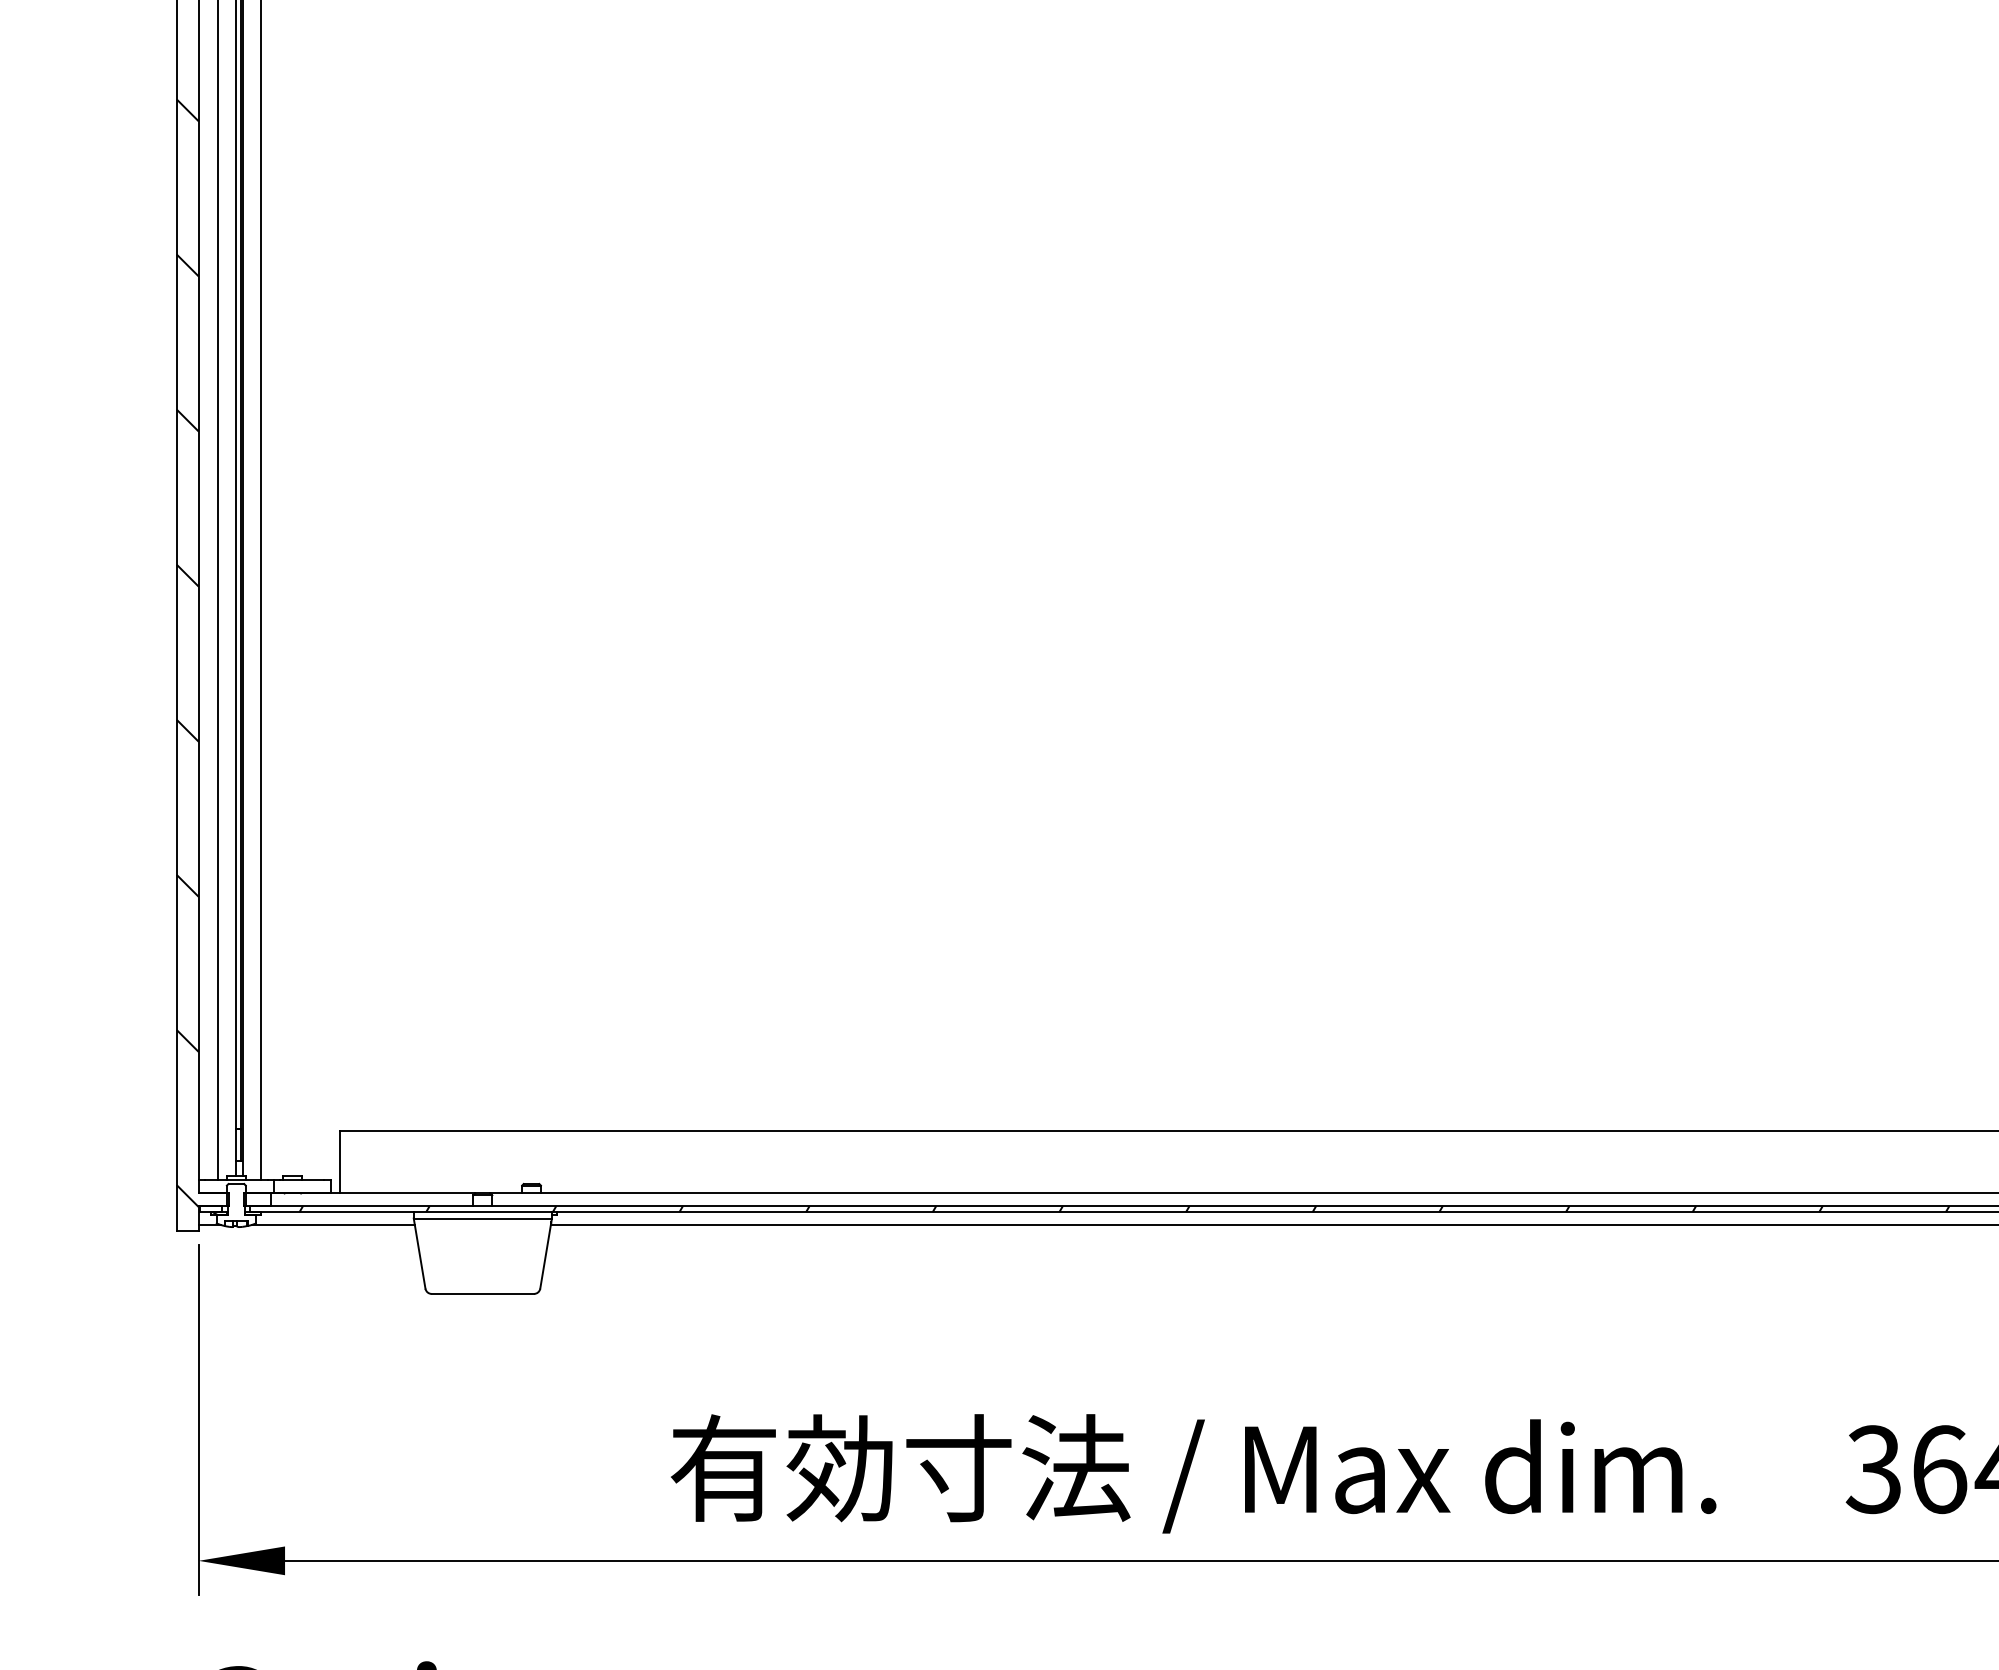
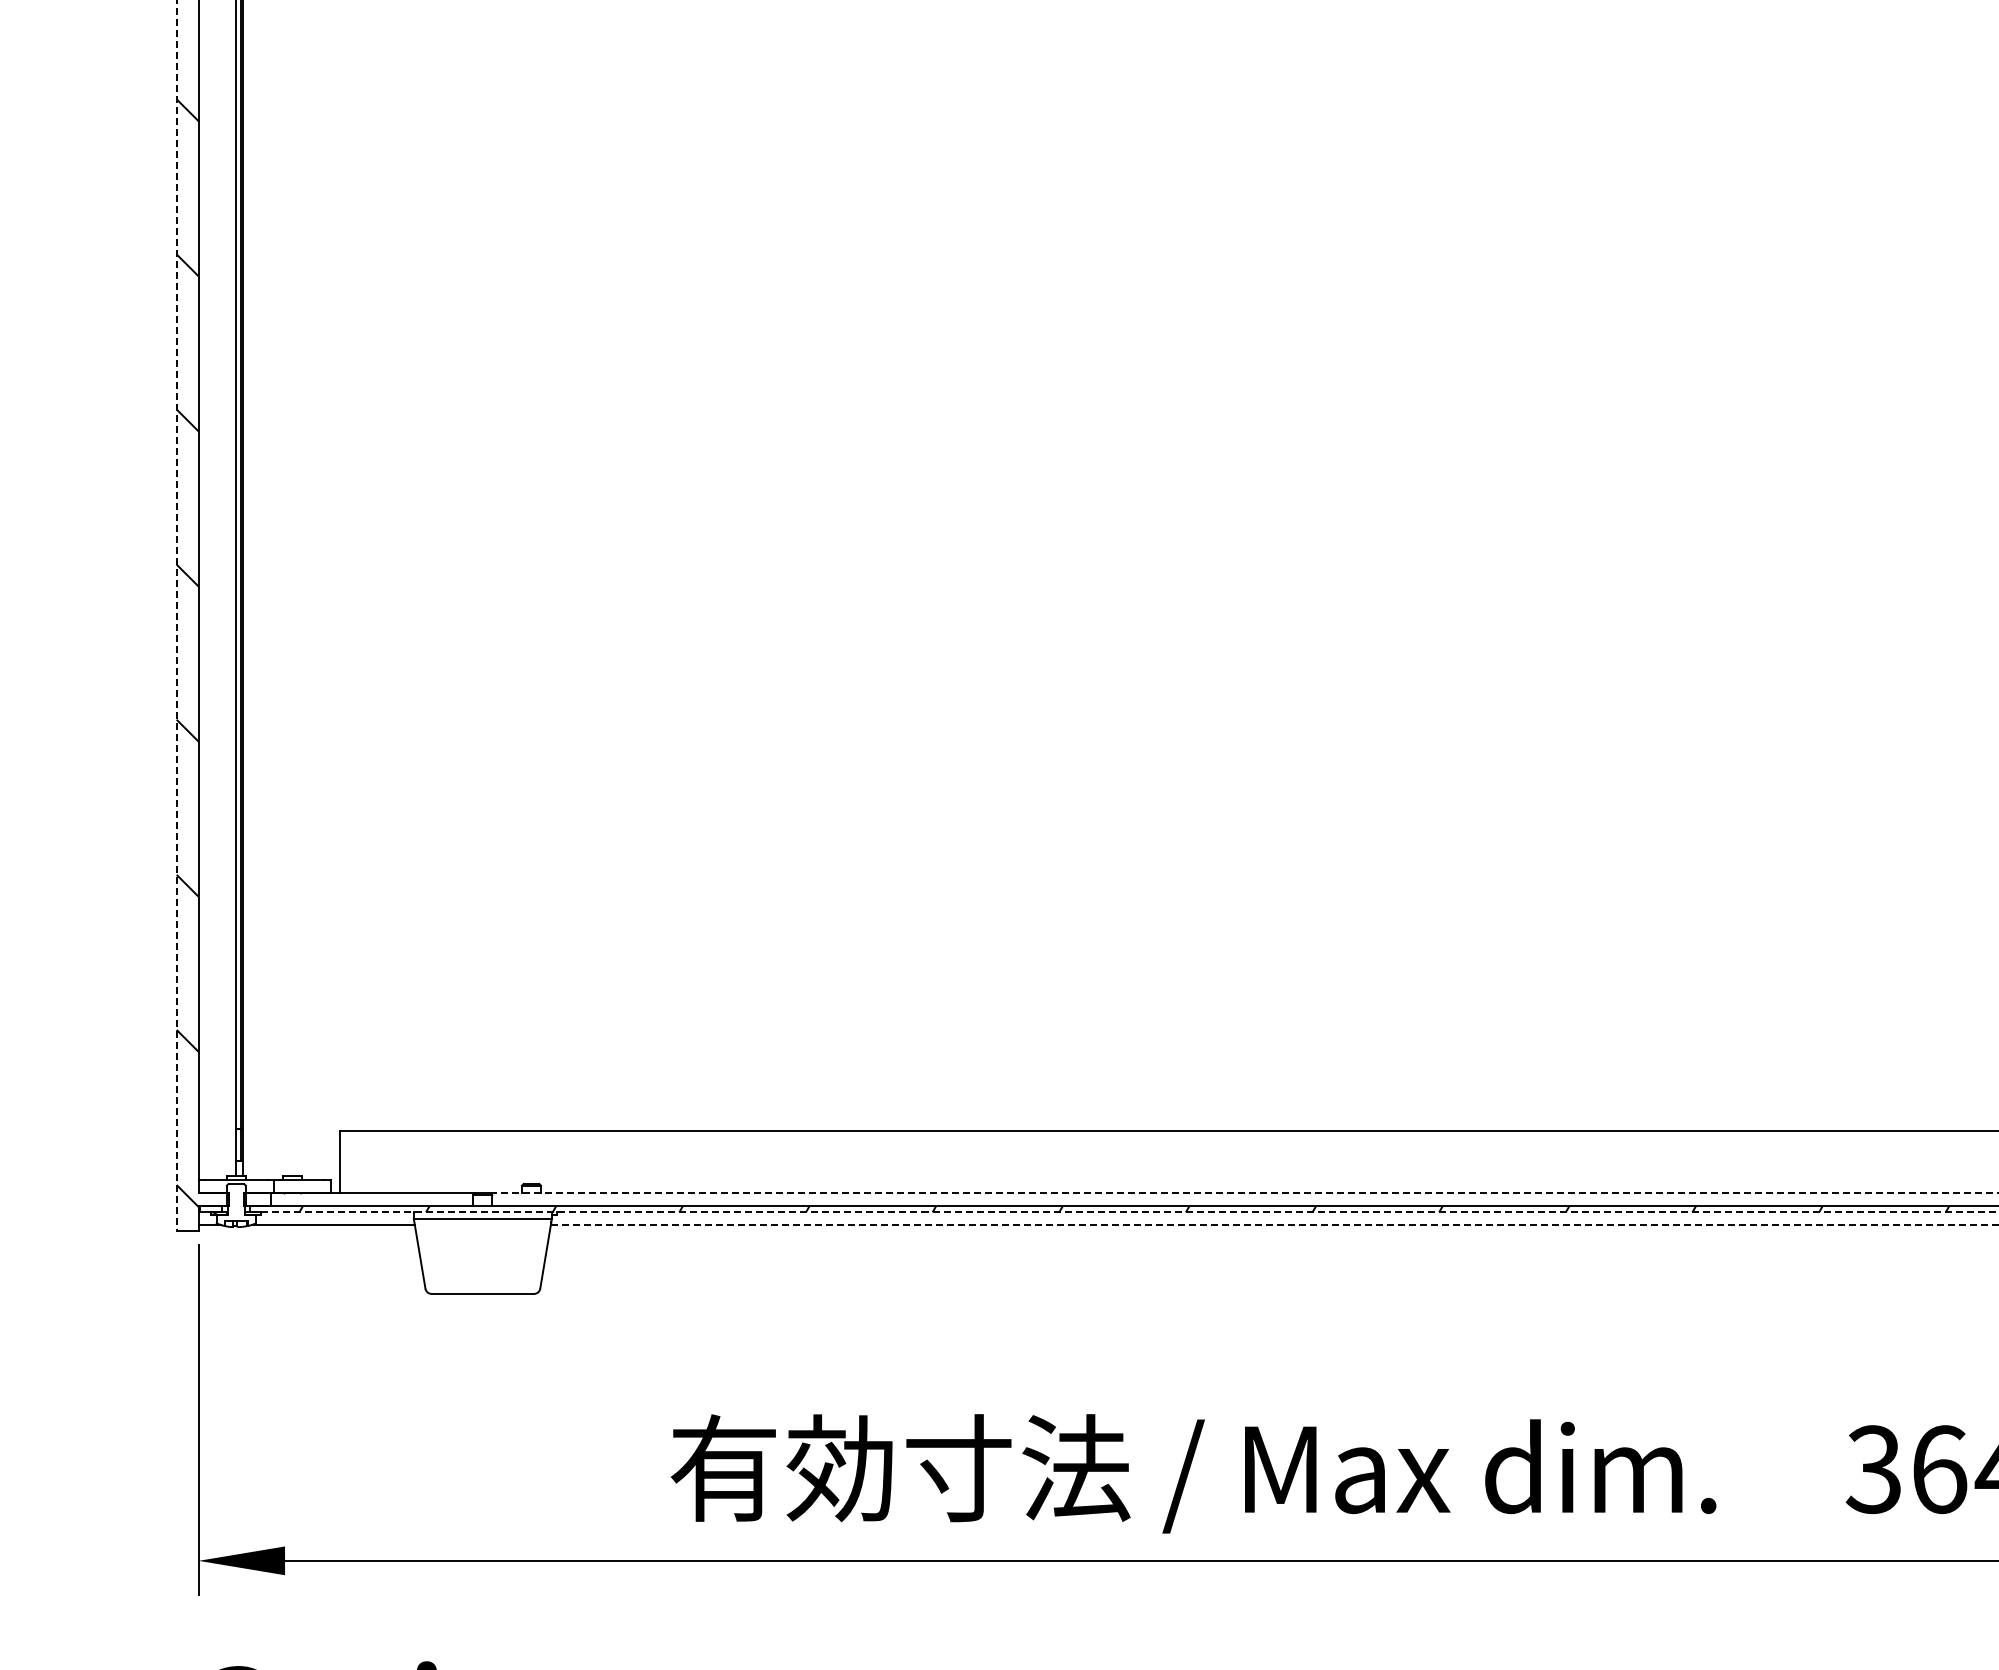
line at (217, 591): present -> none
line at (261, 591): present -> none
line at (176, 616): solid -> dashed
line at (1244, 1193): solid -> dashed
line at (1124, 1212): solid -> dashed
line at (1274, 1224): solid -> dashed
